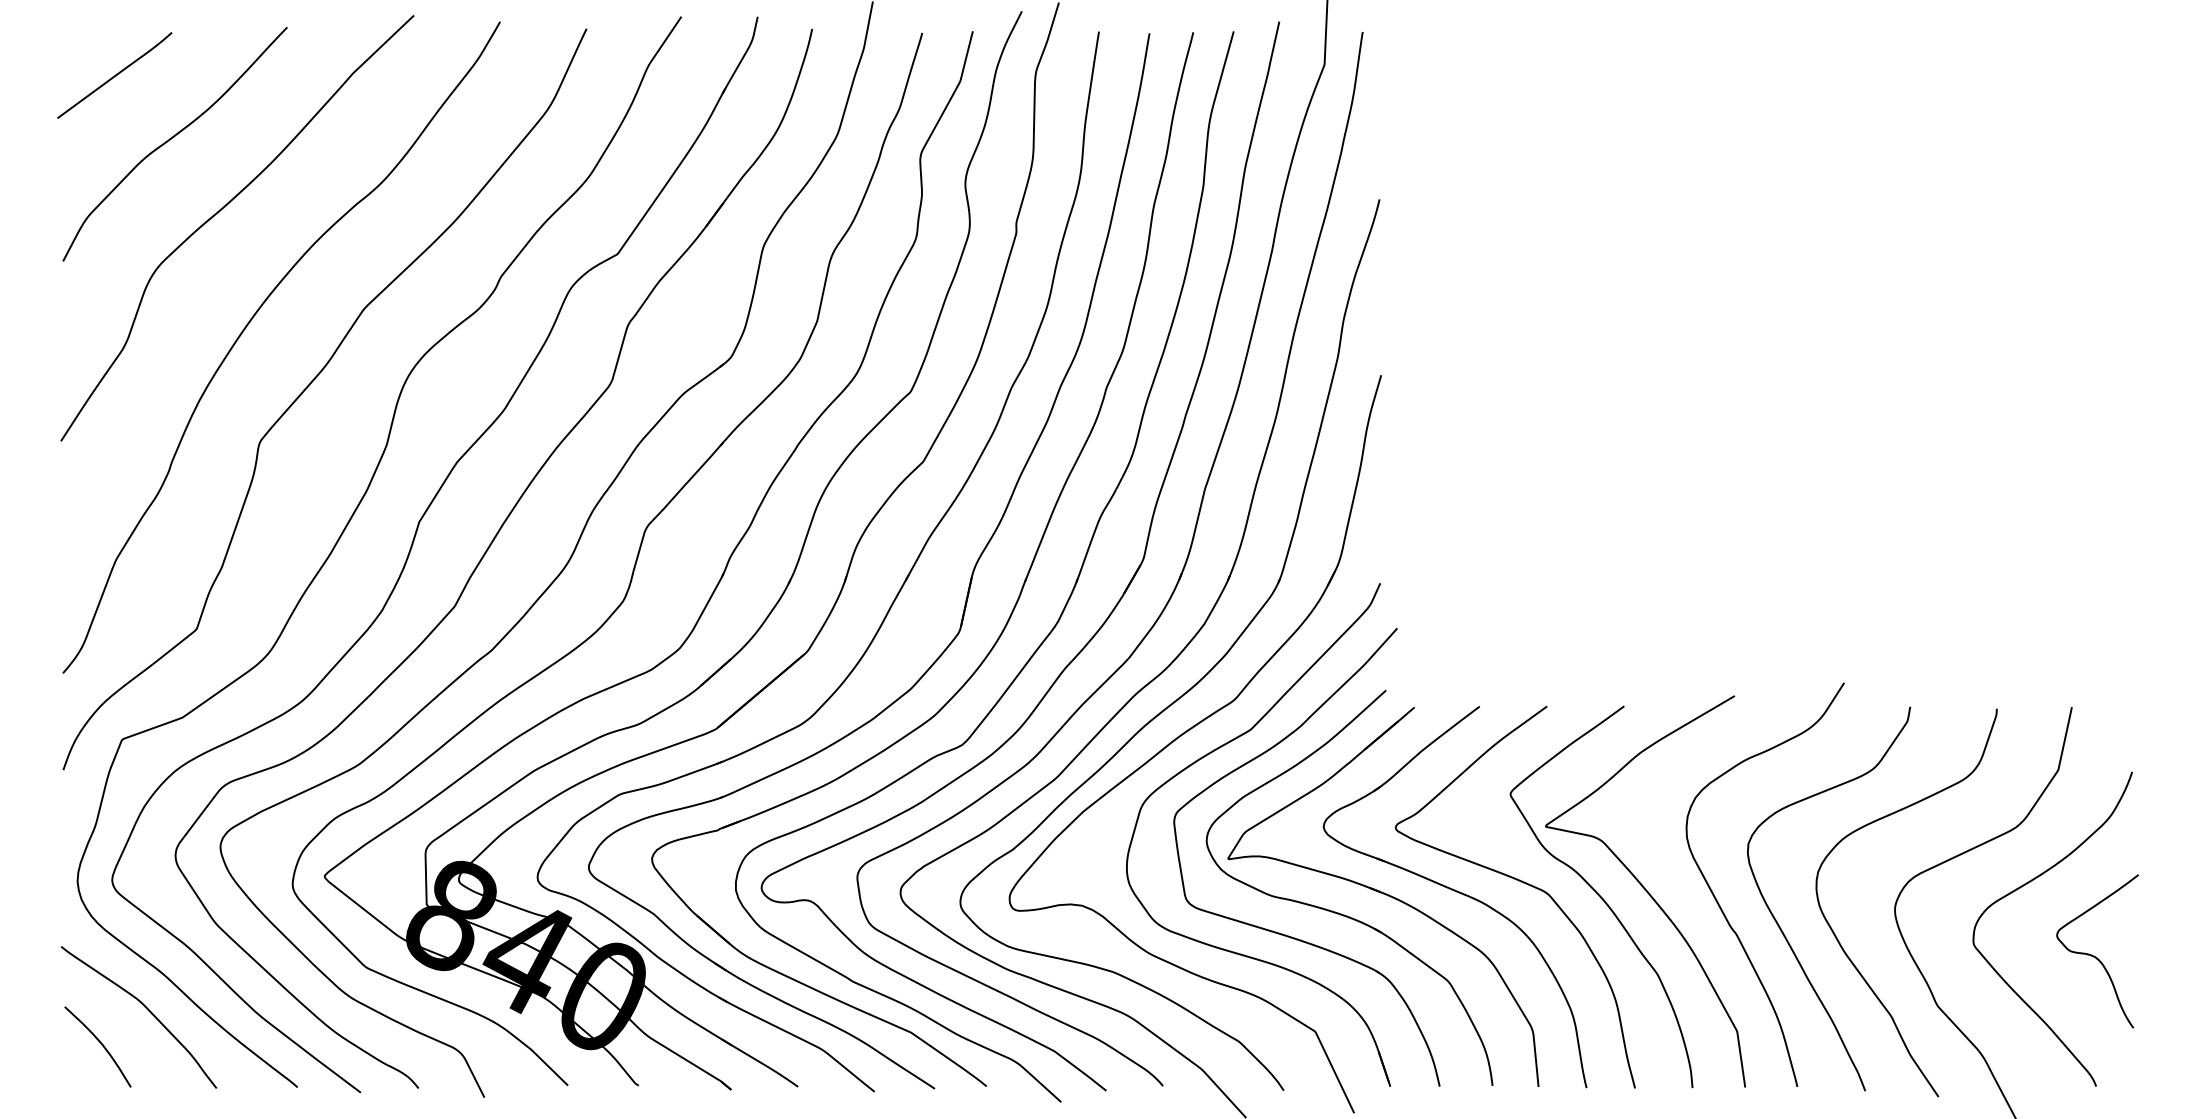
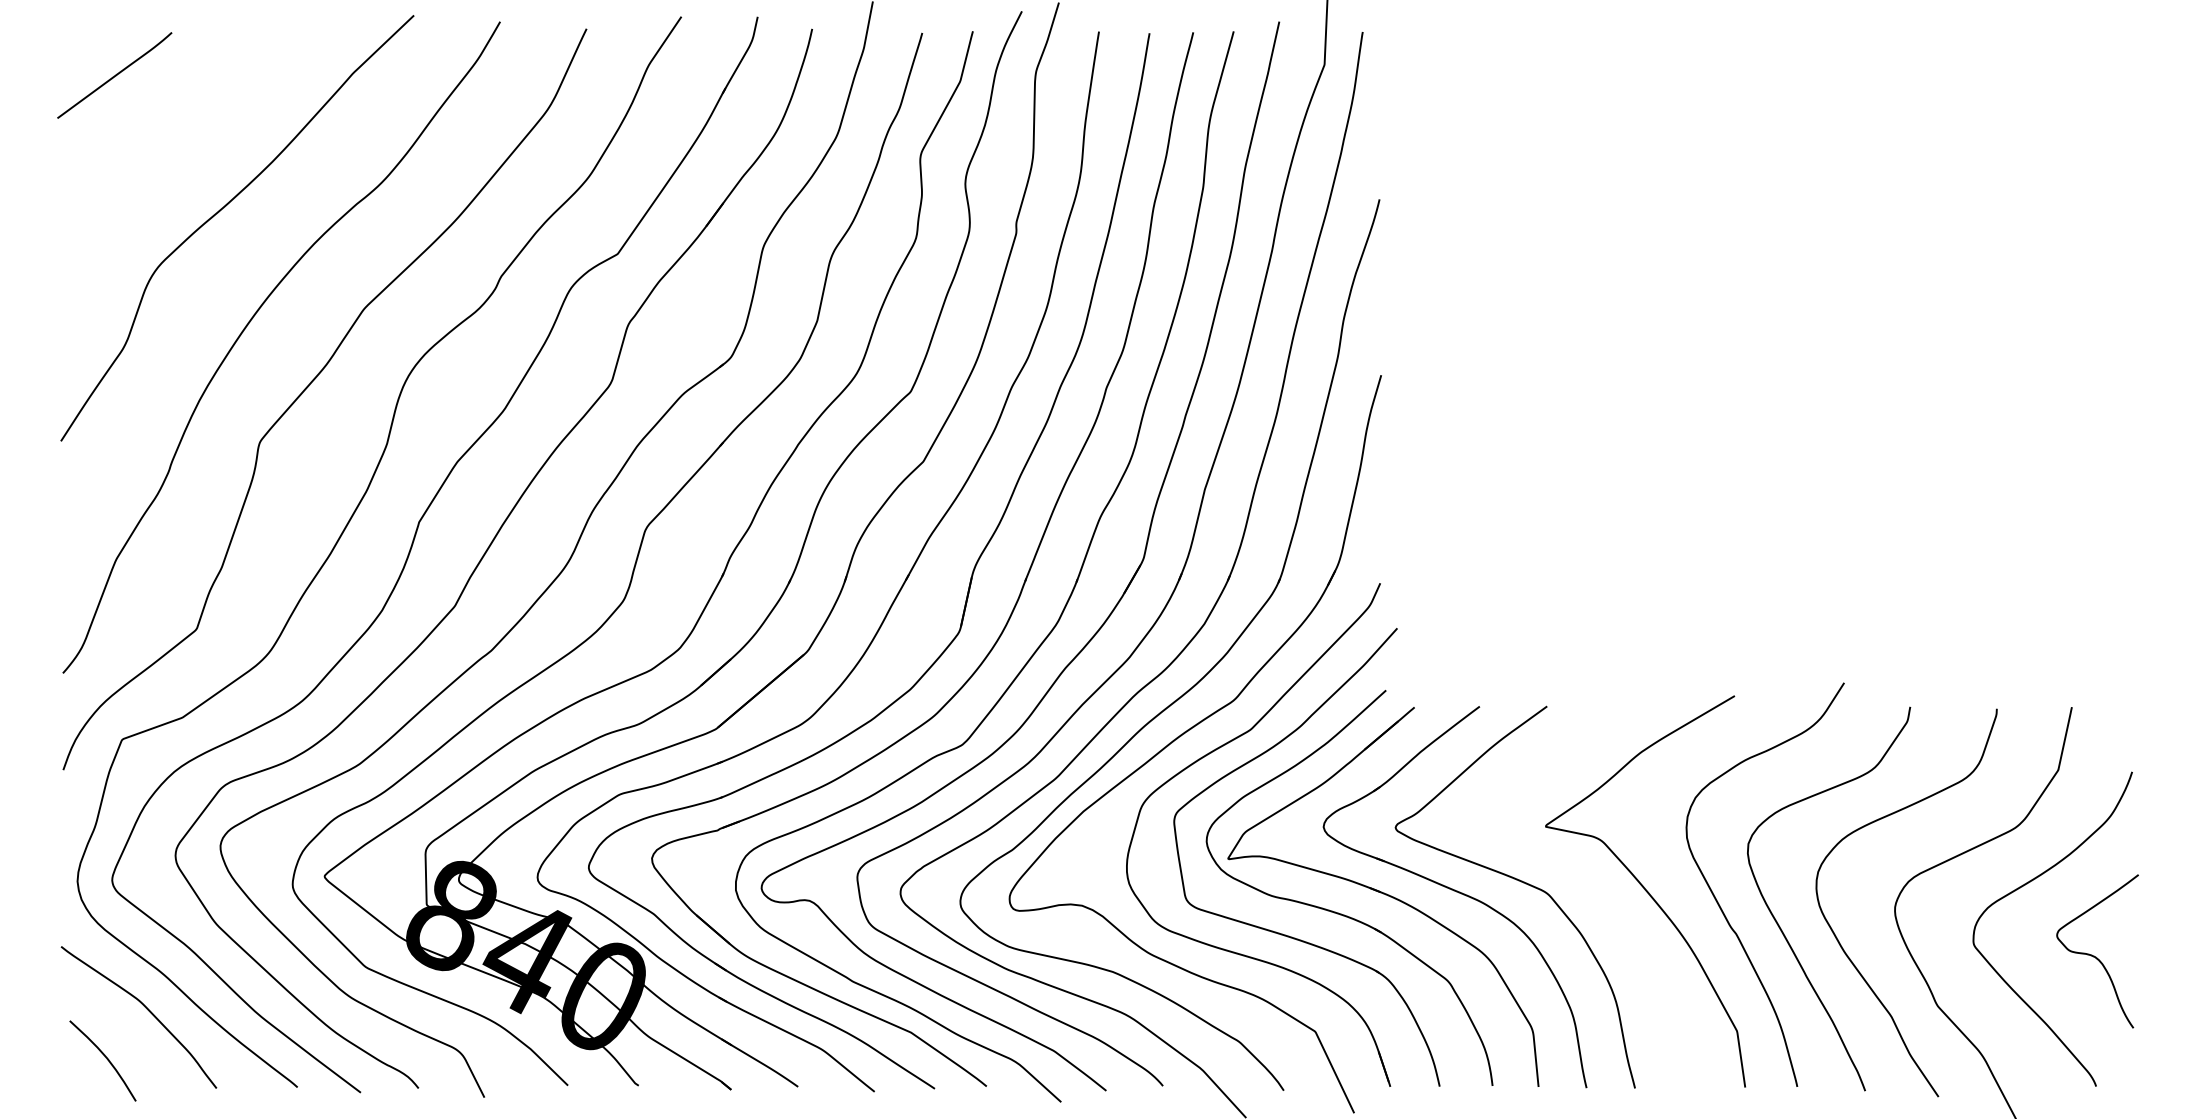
curve at (171, 139): present -> none
curve at (1601, 896): present -> none
curve at (101, 1045) position: (101, 1045) -> (106, 1059)
